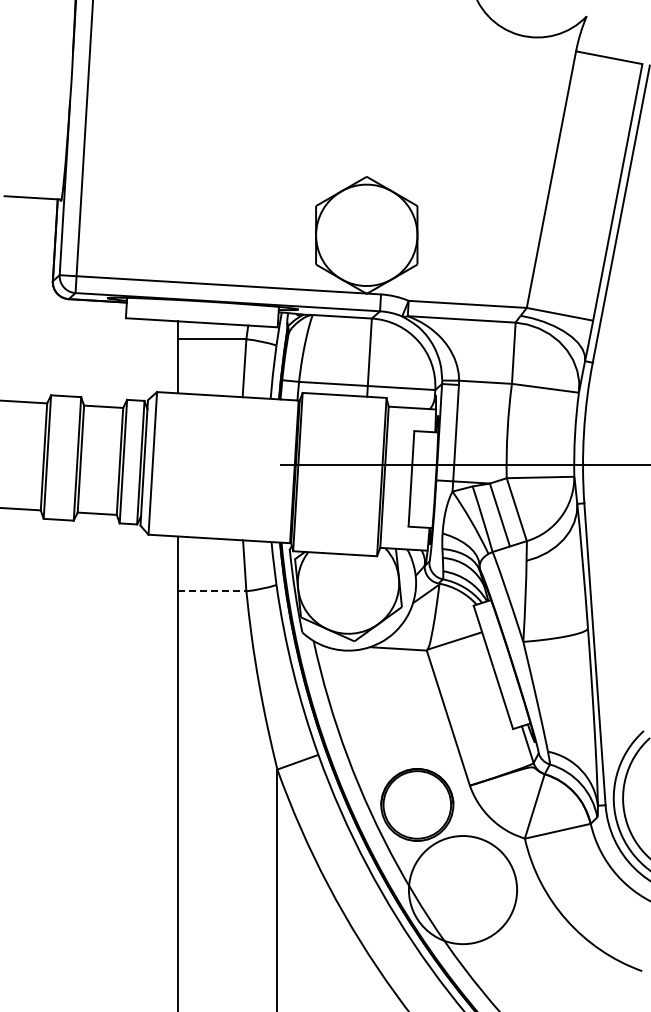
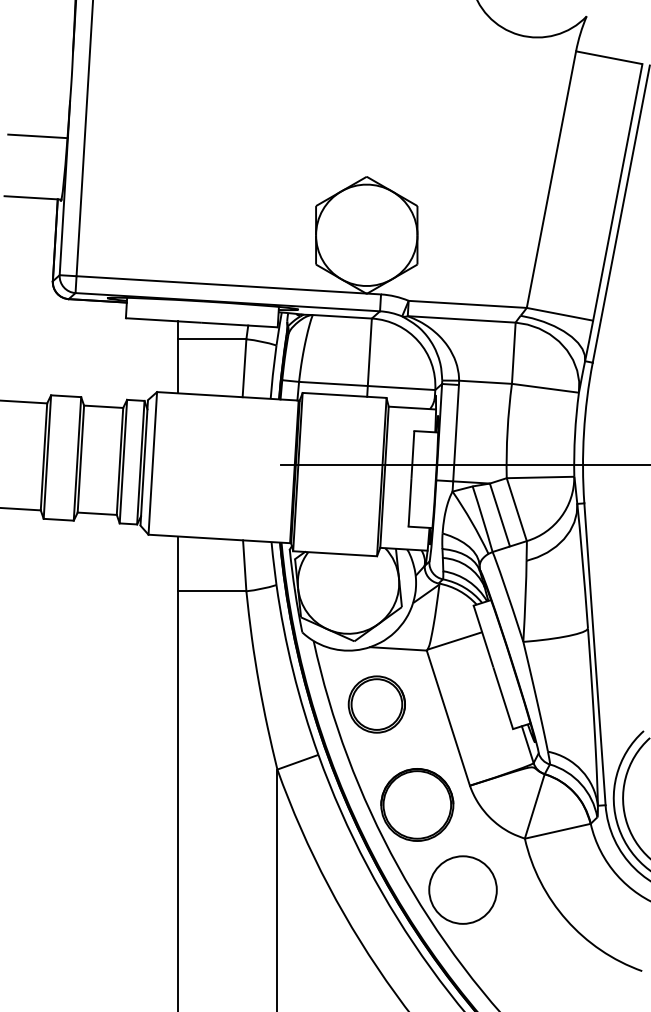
line at (37, 136): none -> present
line at (212, 591): dashed -> solid
part at (376, 704): none -> present
circle at (462, 890) diameter: 108 px -> 68 px
